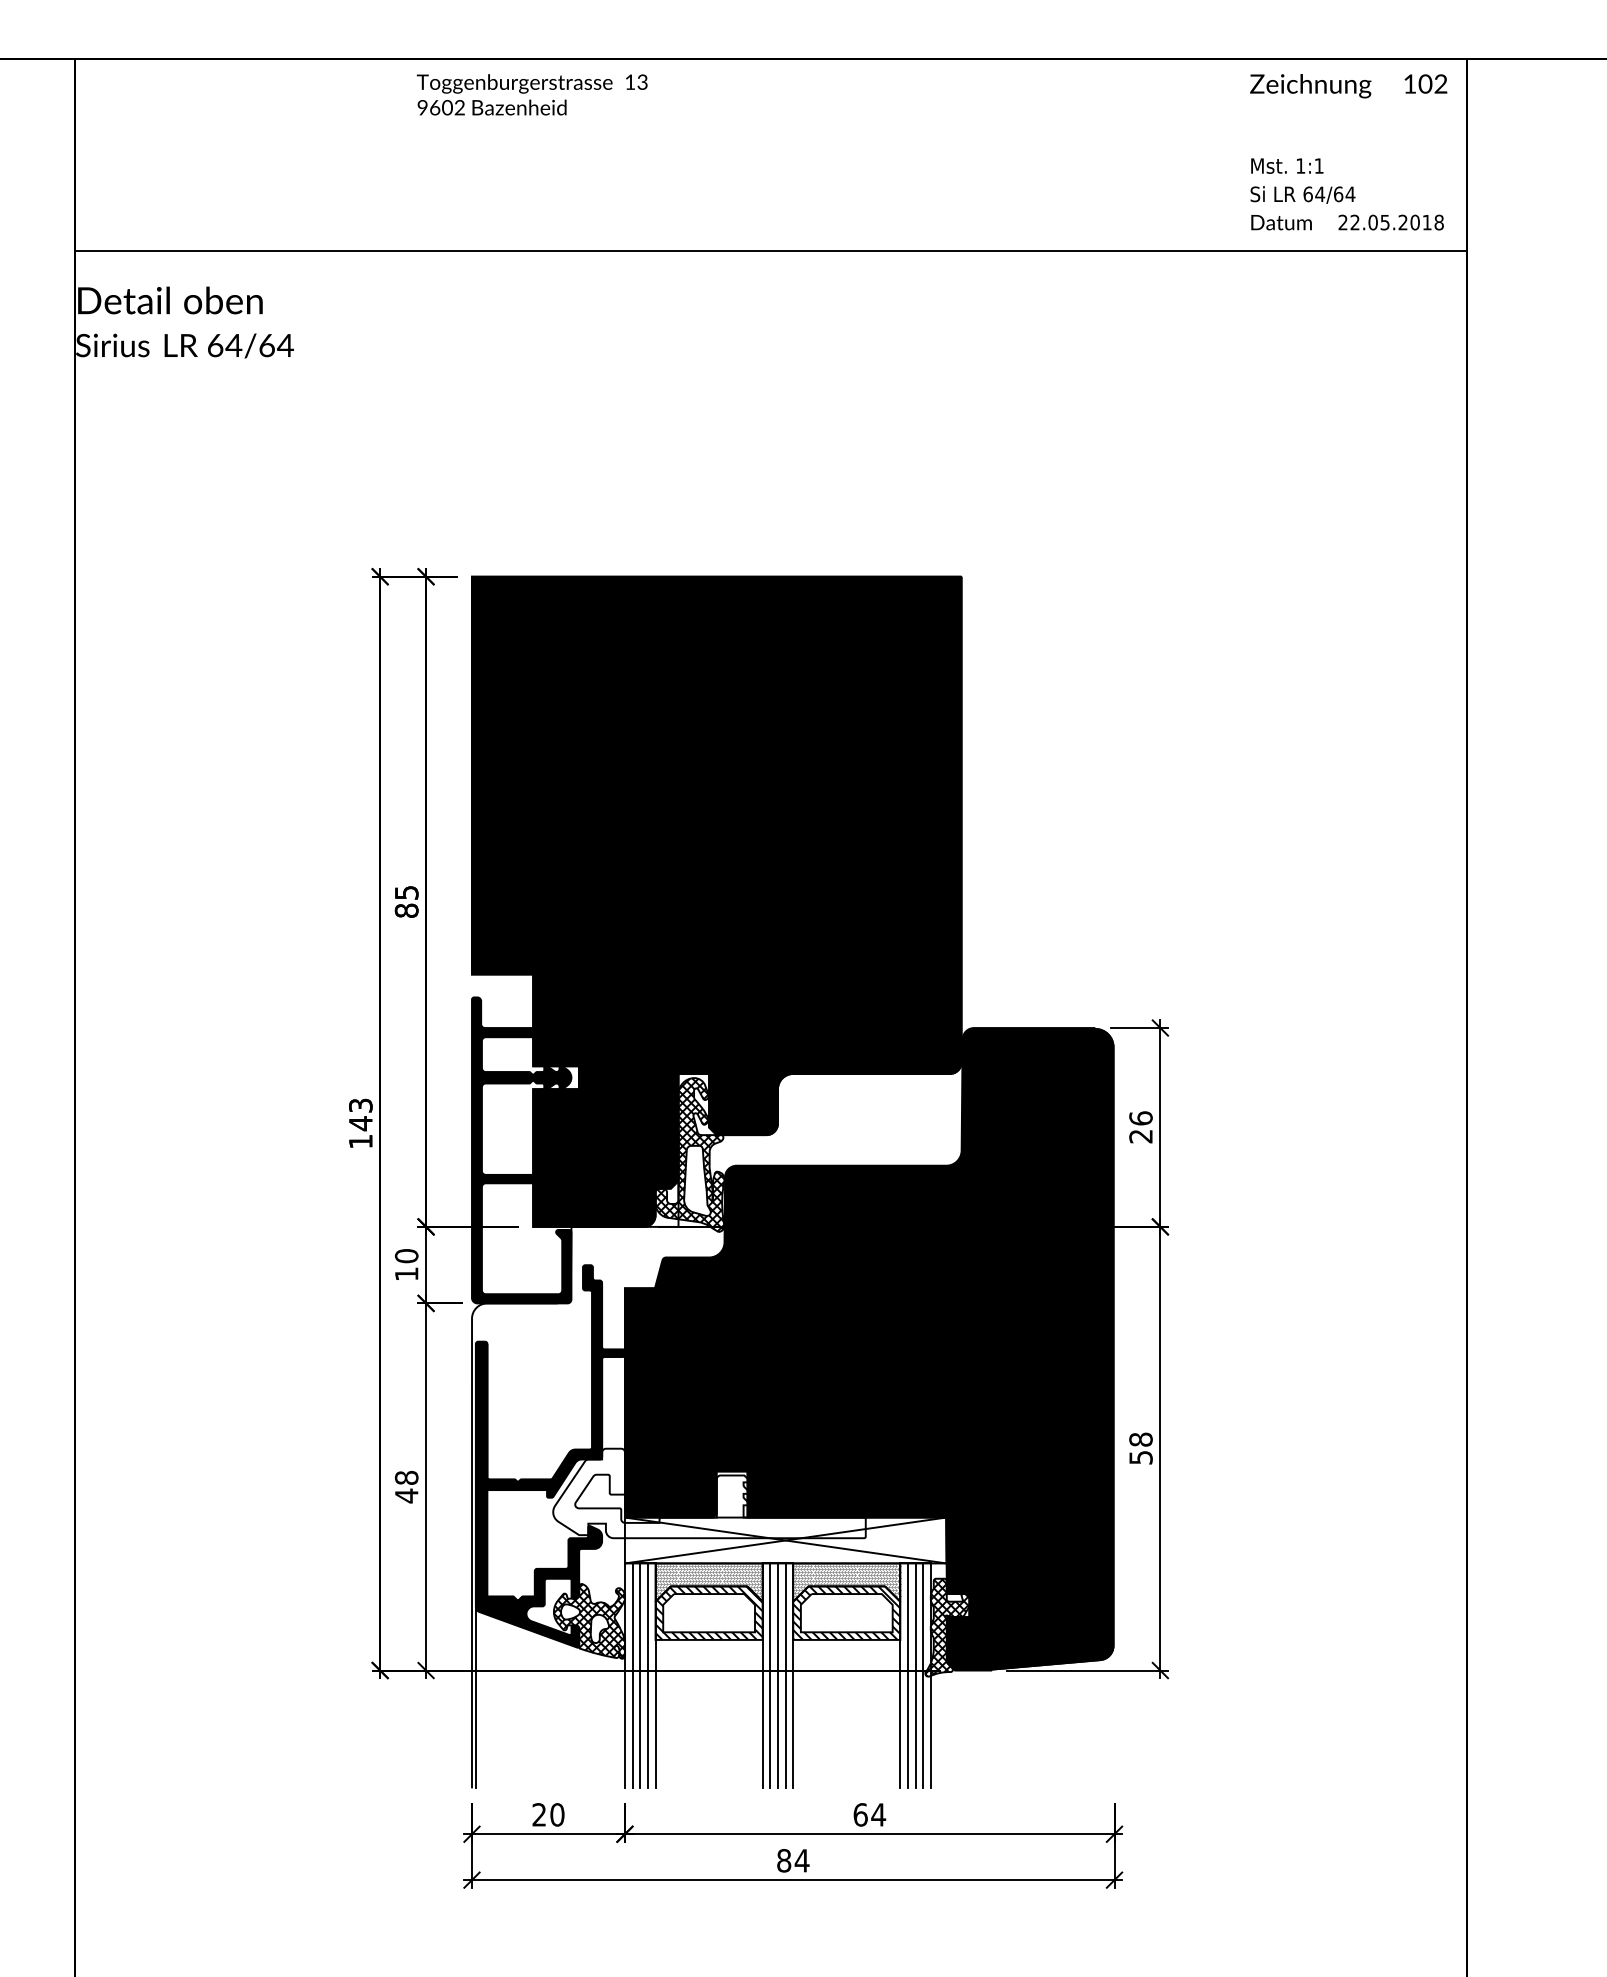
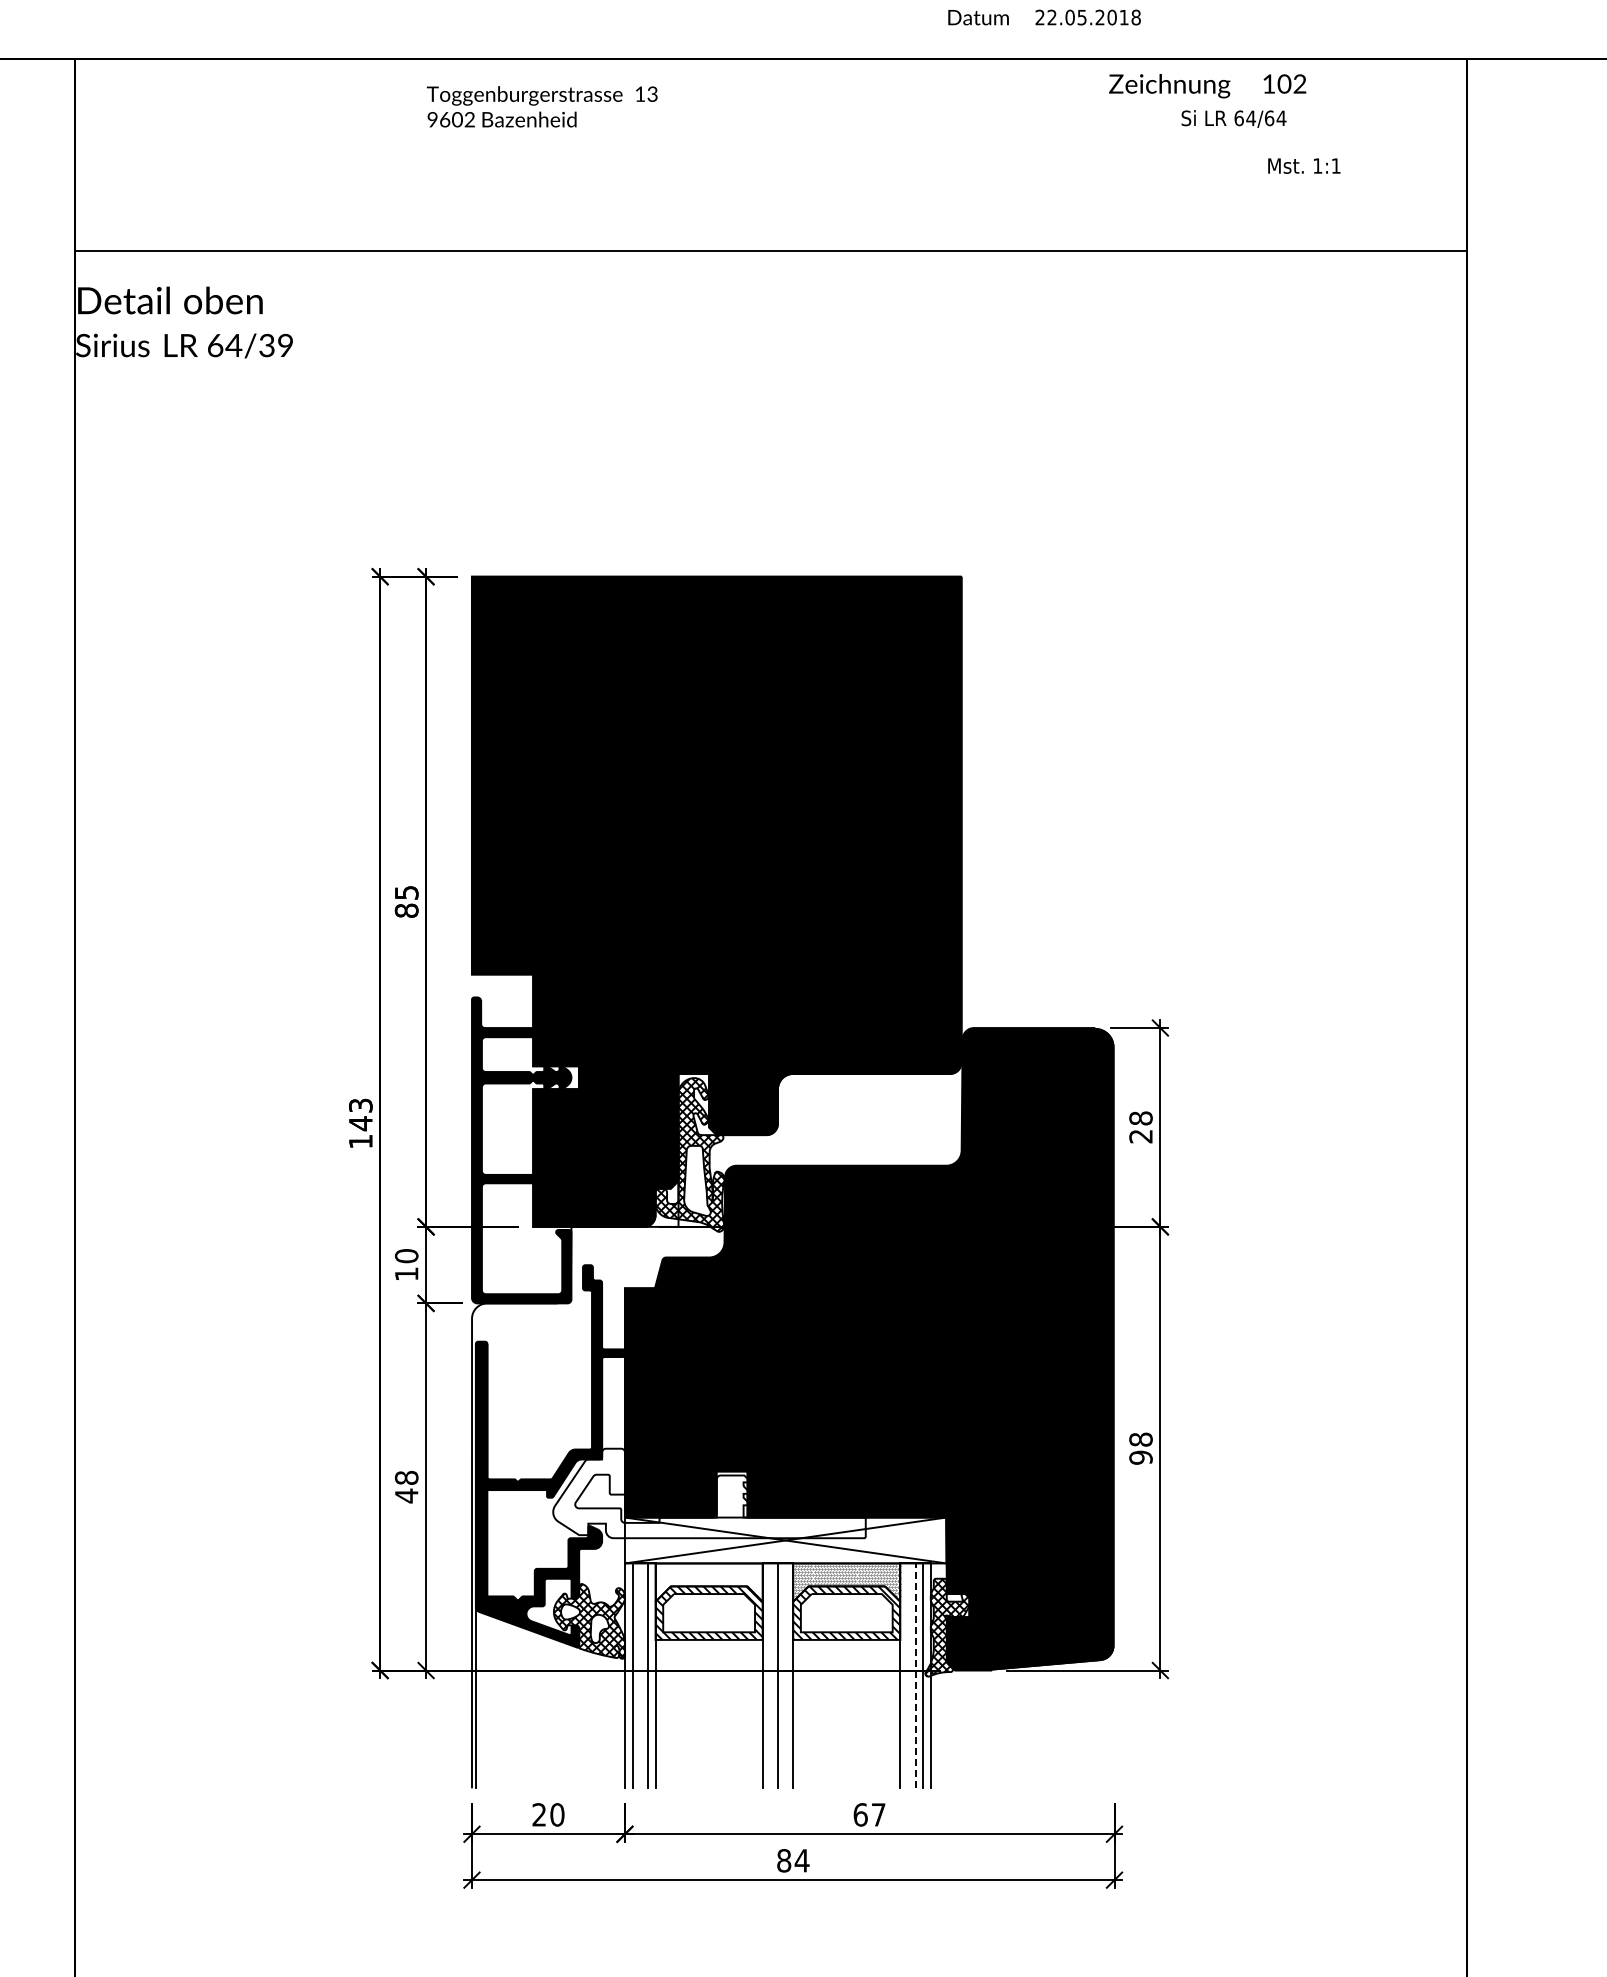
text at (1348, 86) position: (1348, 86) -> (1207, 86)
text at (531, 94) position: (531, 94) -> (541, 106)
text at (1287, 165) position: (1287, 165) -> (1304, 165)
text at (1302, 194) position: (1302, 194) -> (1233, 118)
text at (1347, 222) position: (1347, 222) -> (1044, 17)
text at (276, 344): 64/64 -> 64/39
text at (1140, 1118): 26 -> 28
text at (1140, 1457): 58 -> 98
hatch at (708, 1581): present -> none
line at (640, 1675): present -> none
line at (770, 1675): present -> none
line at (785, 1675): present -> none
line at (907, 1675): present -> none
line at (915, 1675): solid -> dashed
text at (878, 1814): 64 -> 67
